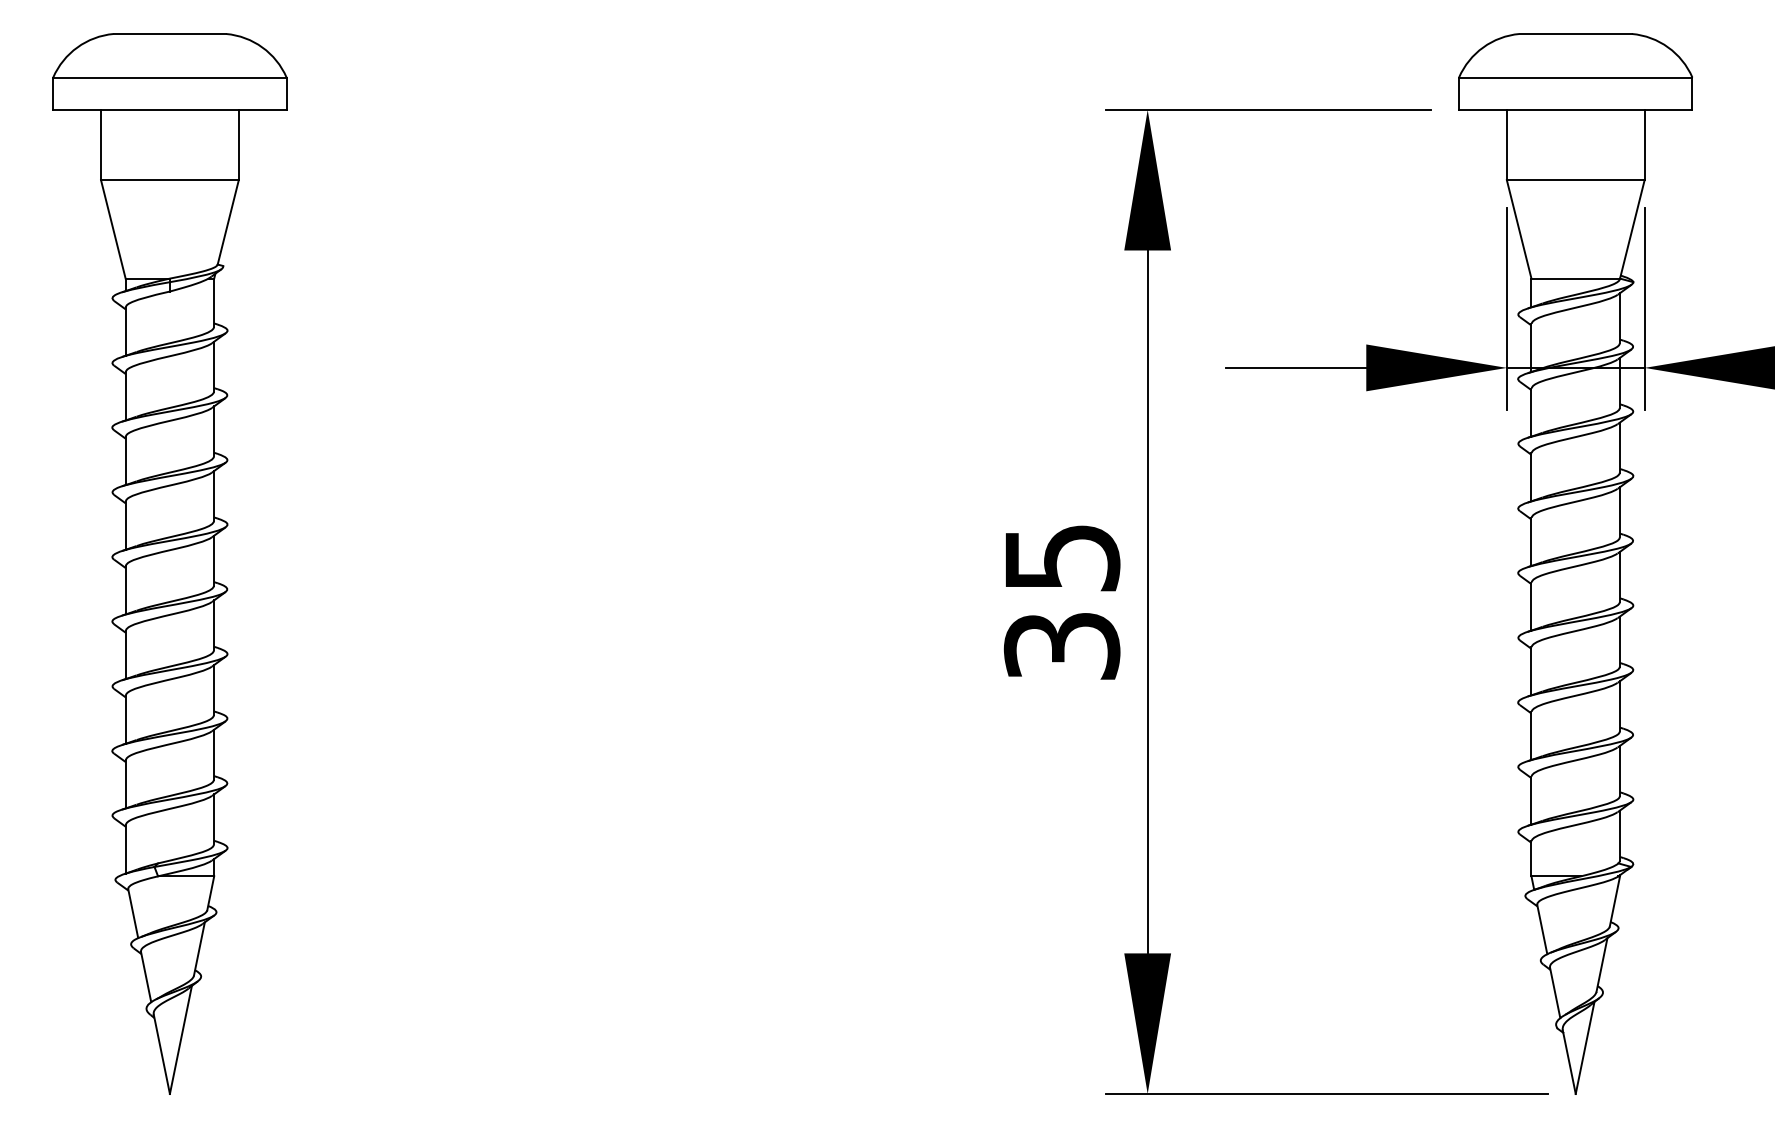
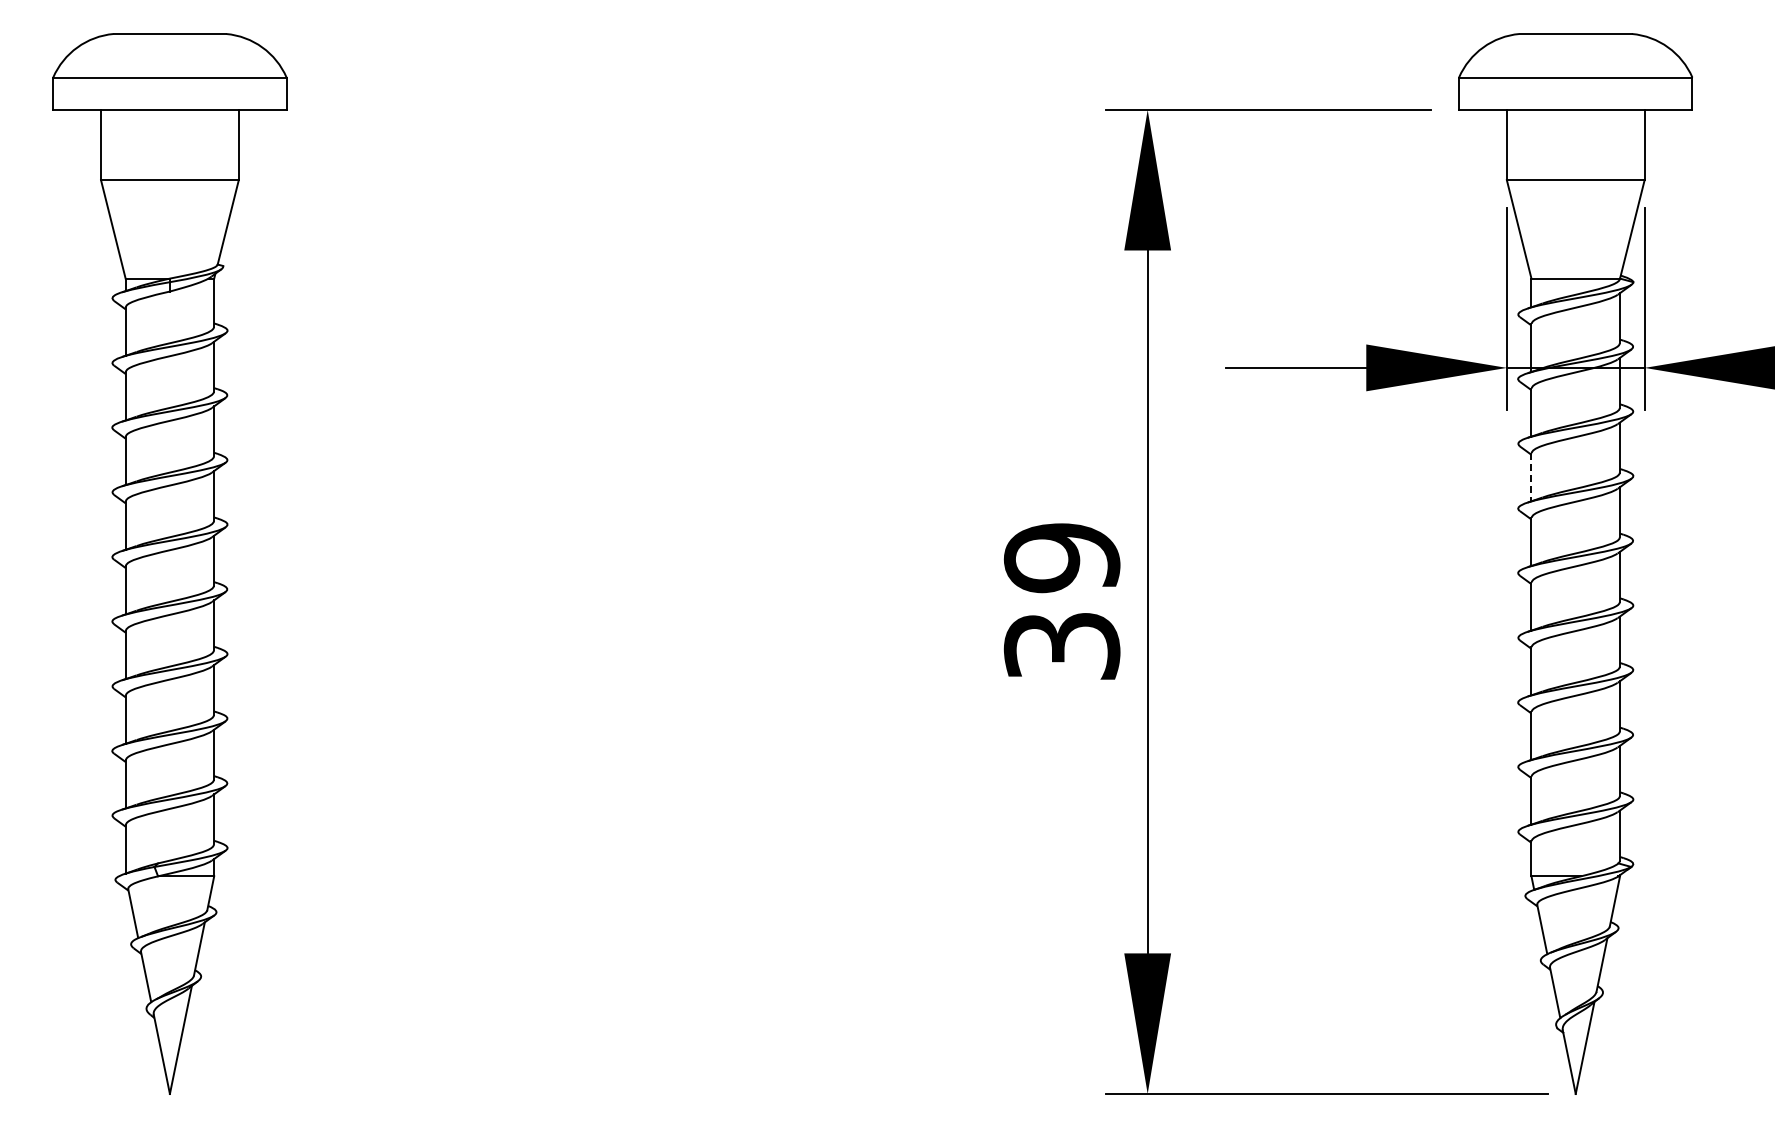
line at (1531, 477): solid -> dashed
text at (1061, 558): 35 -> 39
